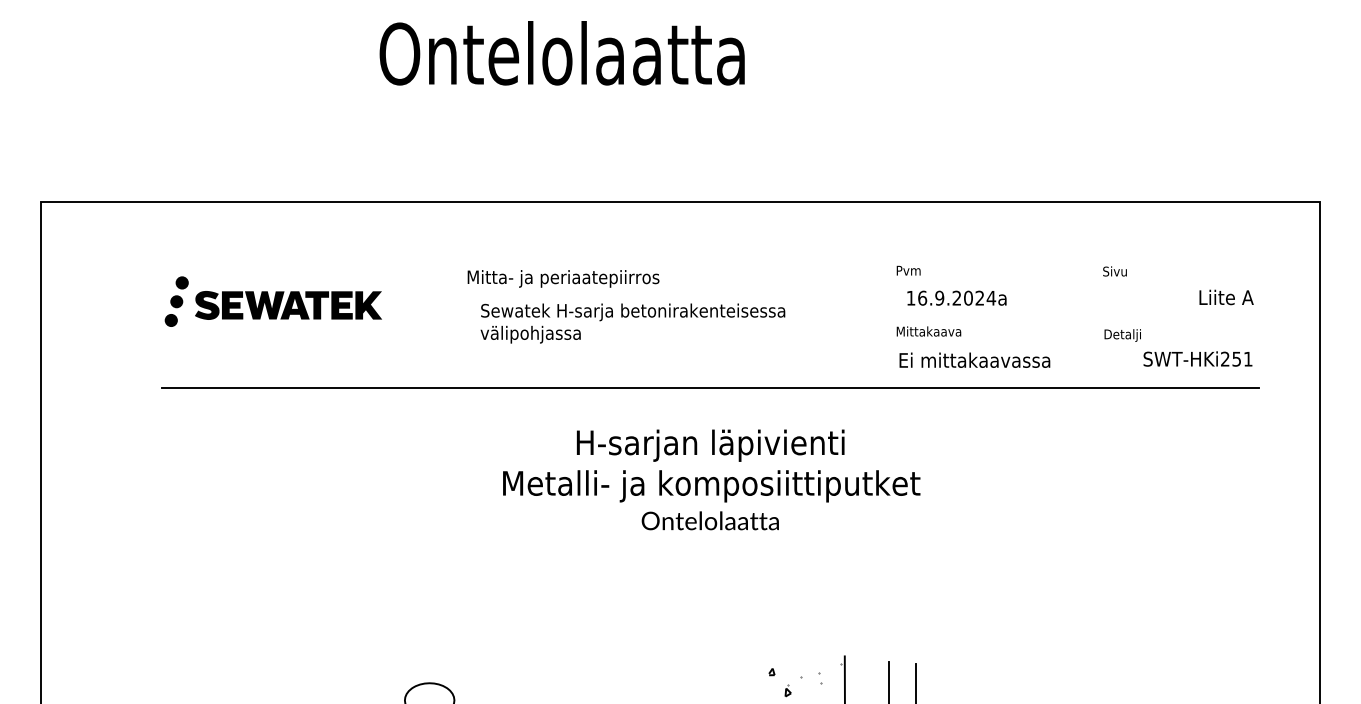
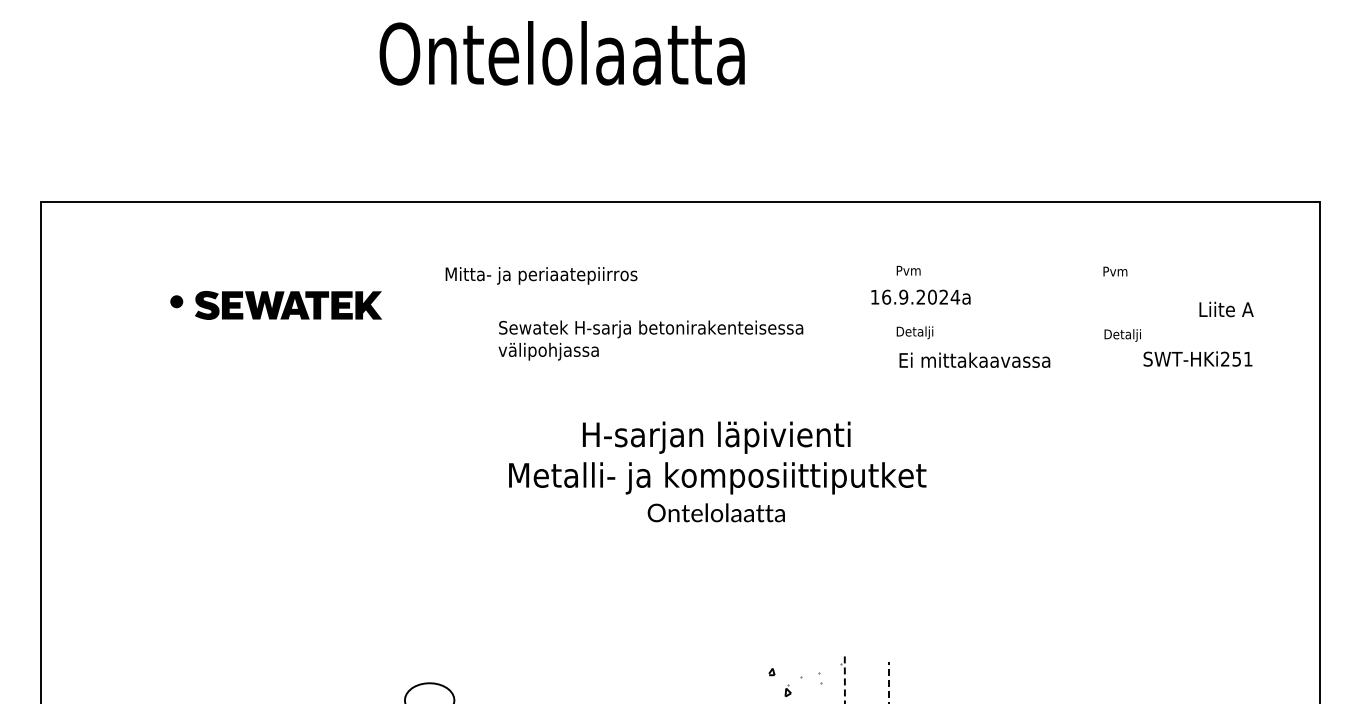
text at (1115, 271): Sivu -> Pvm
text at (563, 278) position: (563, 278) -> (541, 275)
fill at (181, 282): present -> none
text at (956, 297) position: (956, 297) -> (920, 296)
text at (1226, 297) position: (1226, 297) -> (1226, 309)
fill at (170, 320): present -> none
text at (632, 323) position: (632, 323) -> (650, 340)
text at (929, 332): Mittakaava -> Detalji
line at (710, 387): present -> none
text at (711, 479) position: (711, 479) -> (717, 471)
line at (844, 680): solid -> dashed
line at (916, 681): present -> none
line at (889, 682): solid -> dashed
